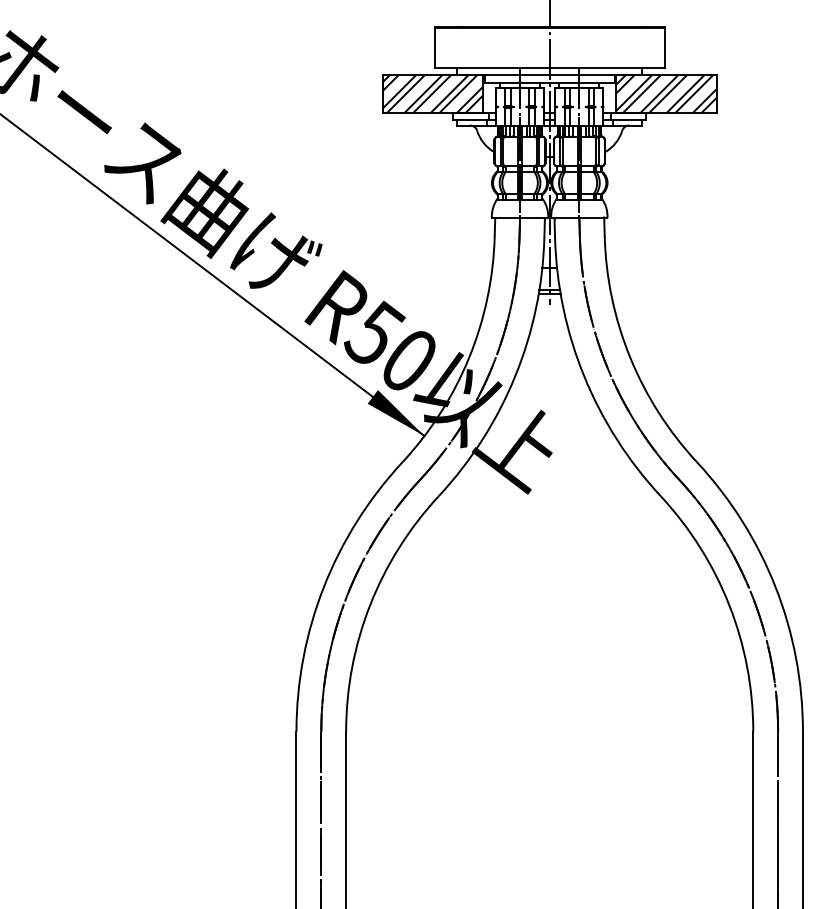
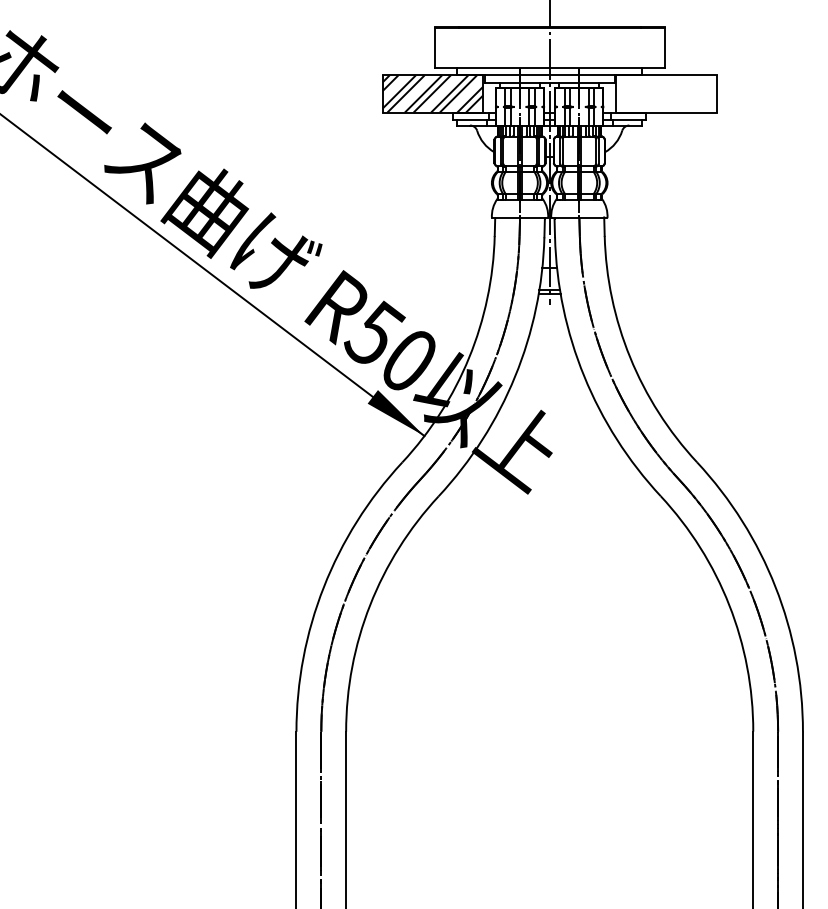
hatch at (666, 93): present -> none
